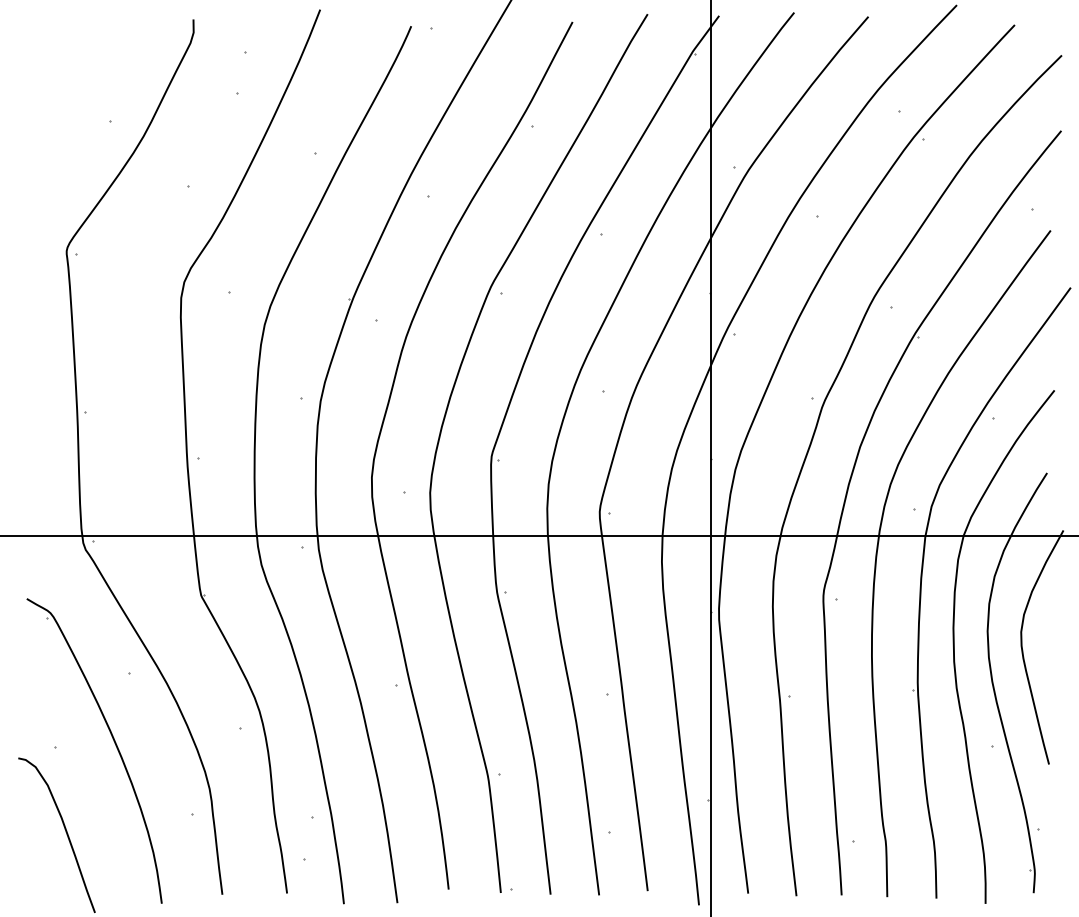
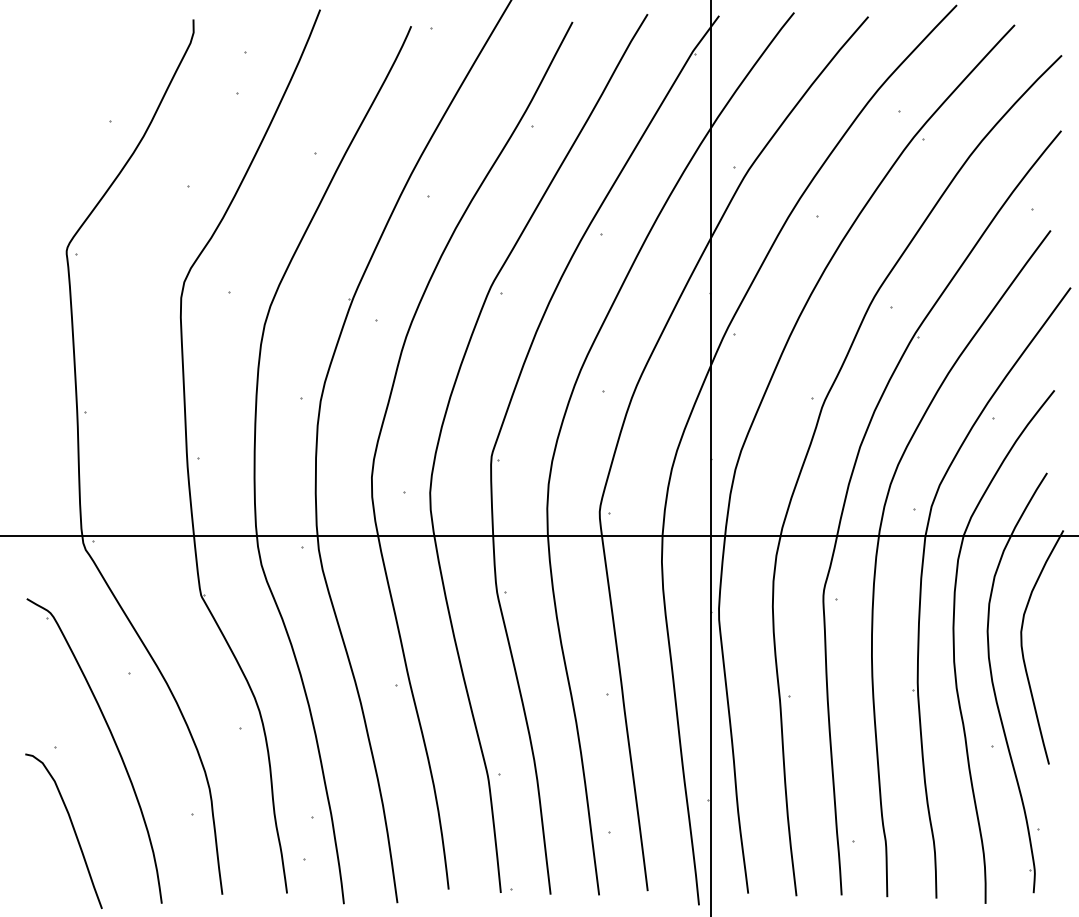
curve at (65, 832) position: (65, 832) -> (72, 828)
